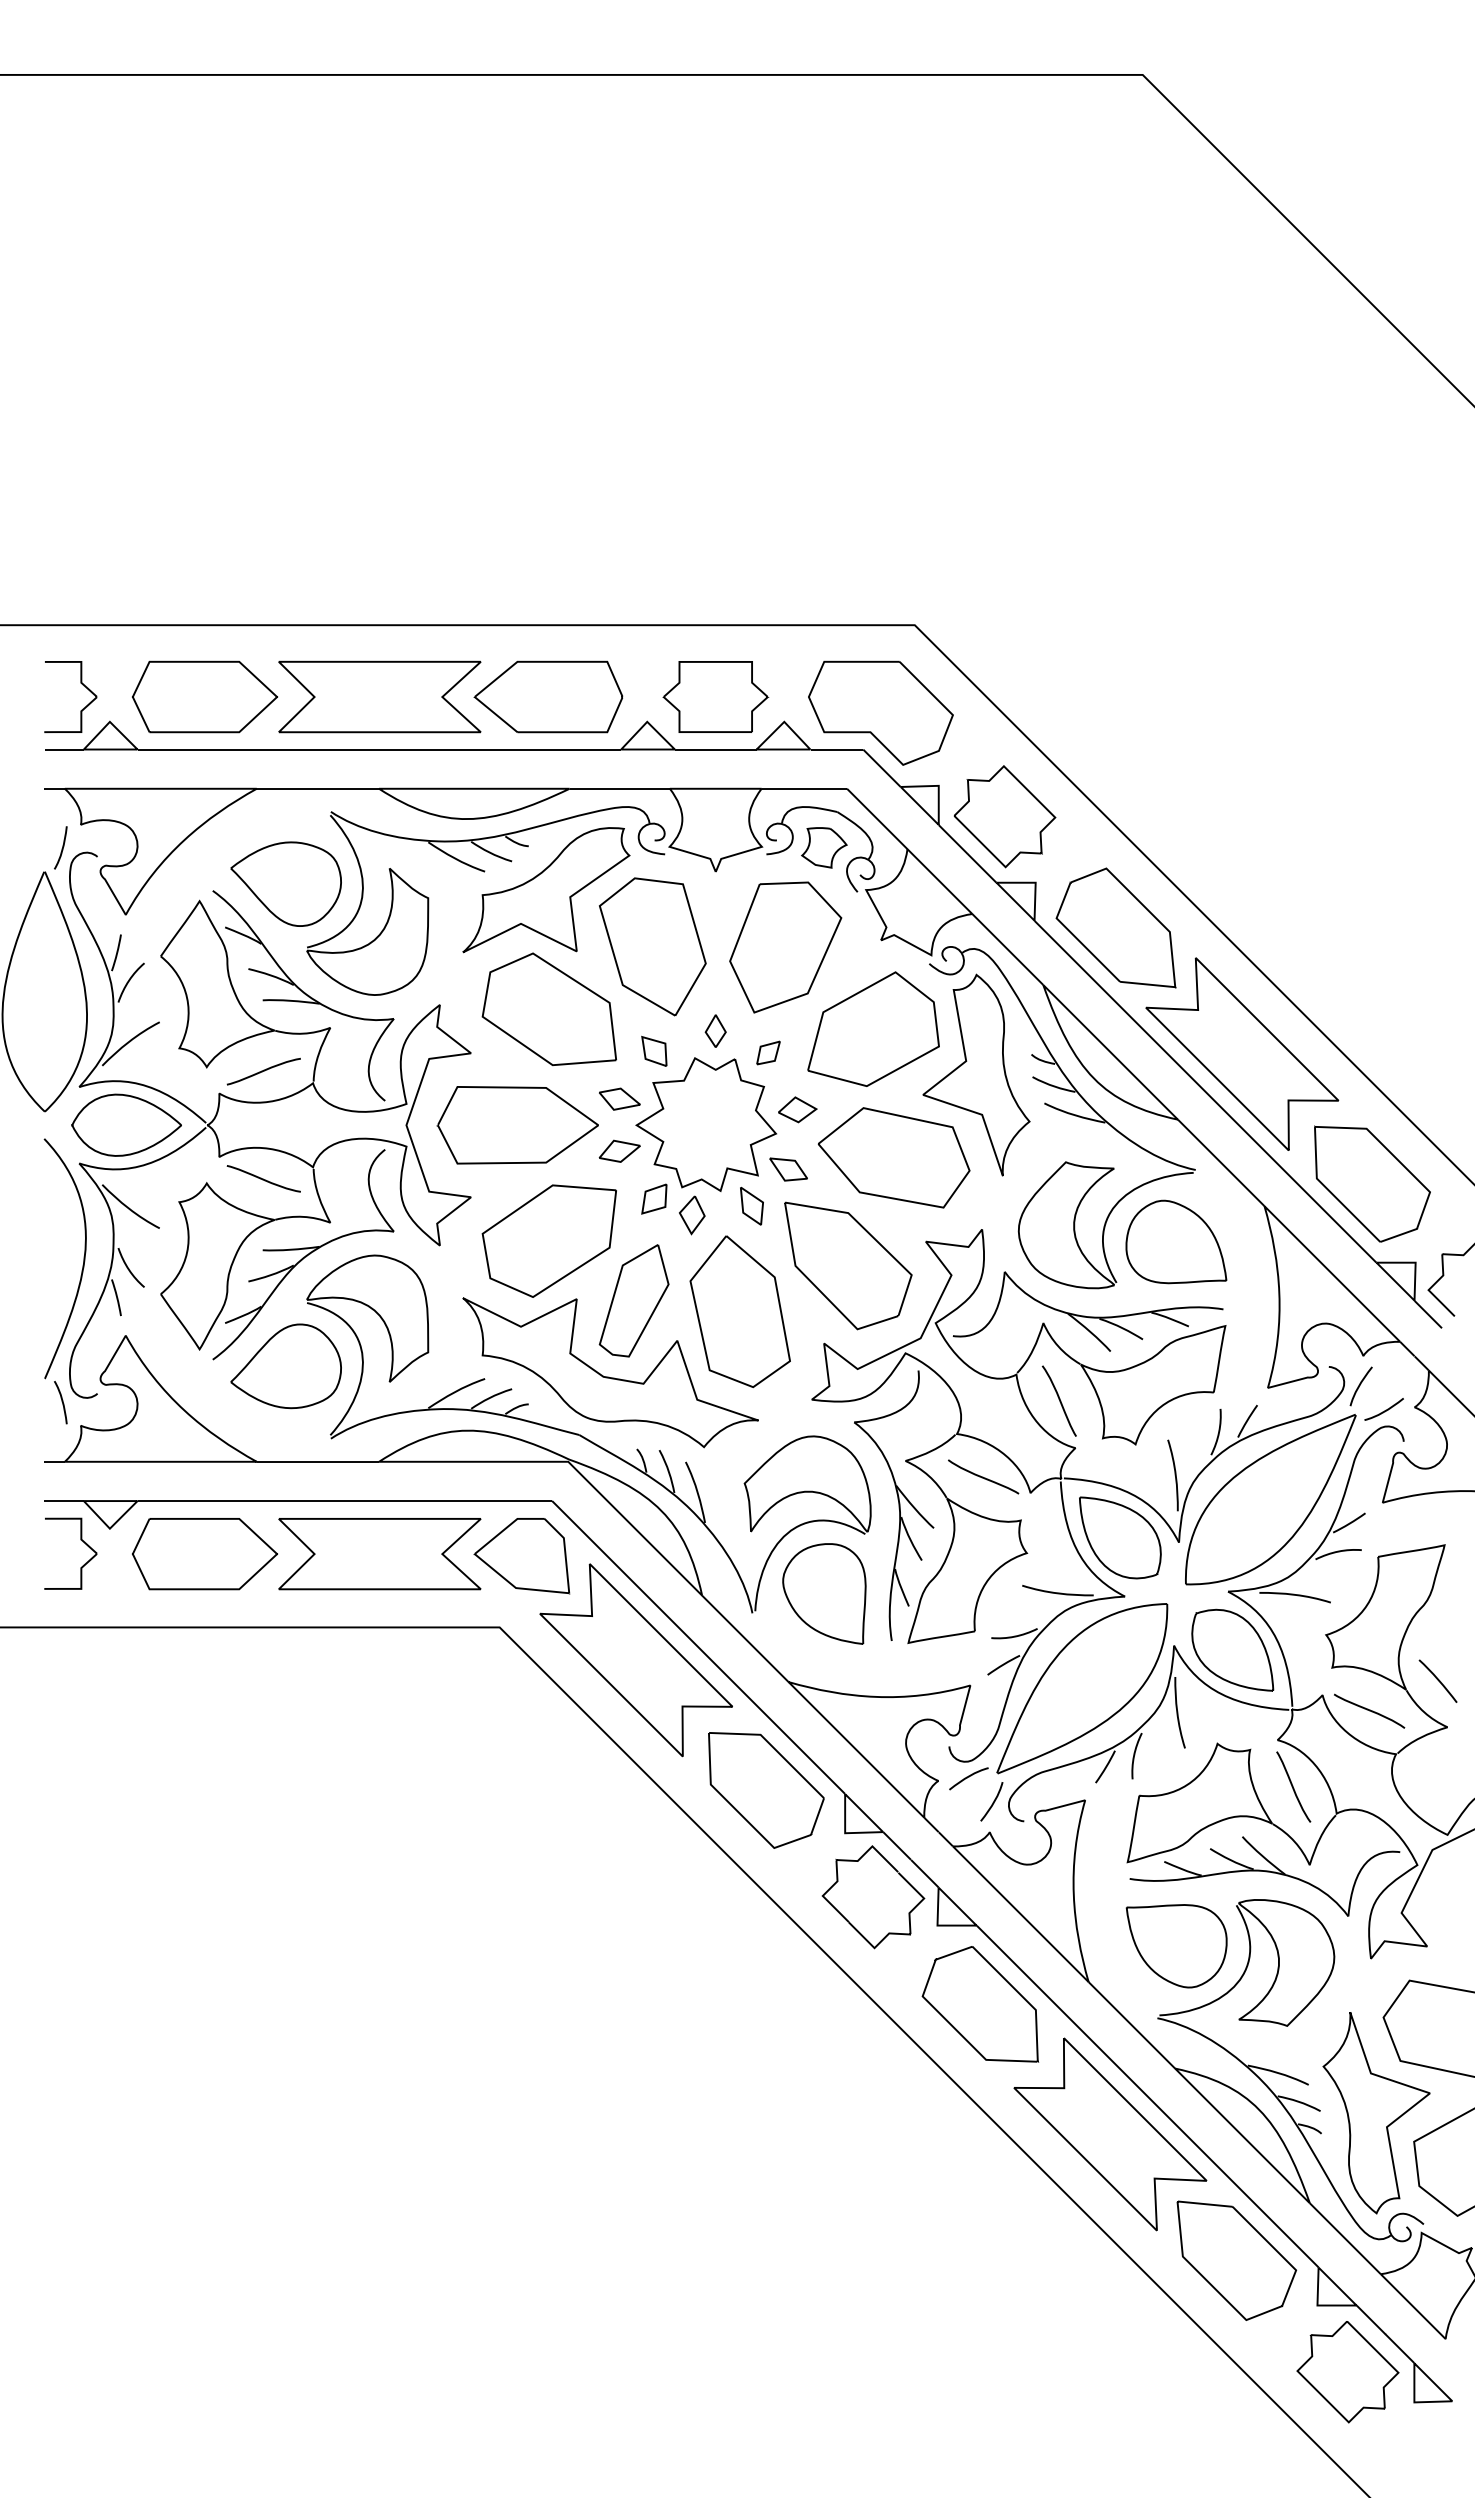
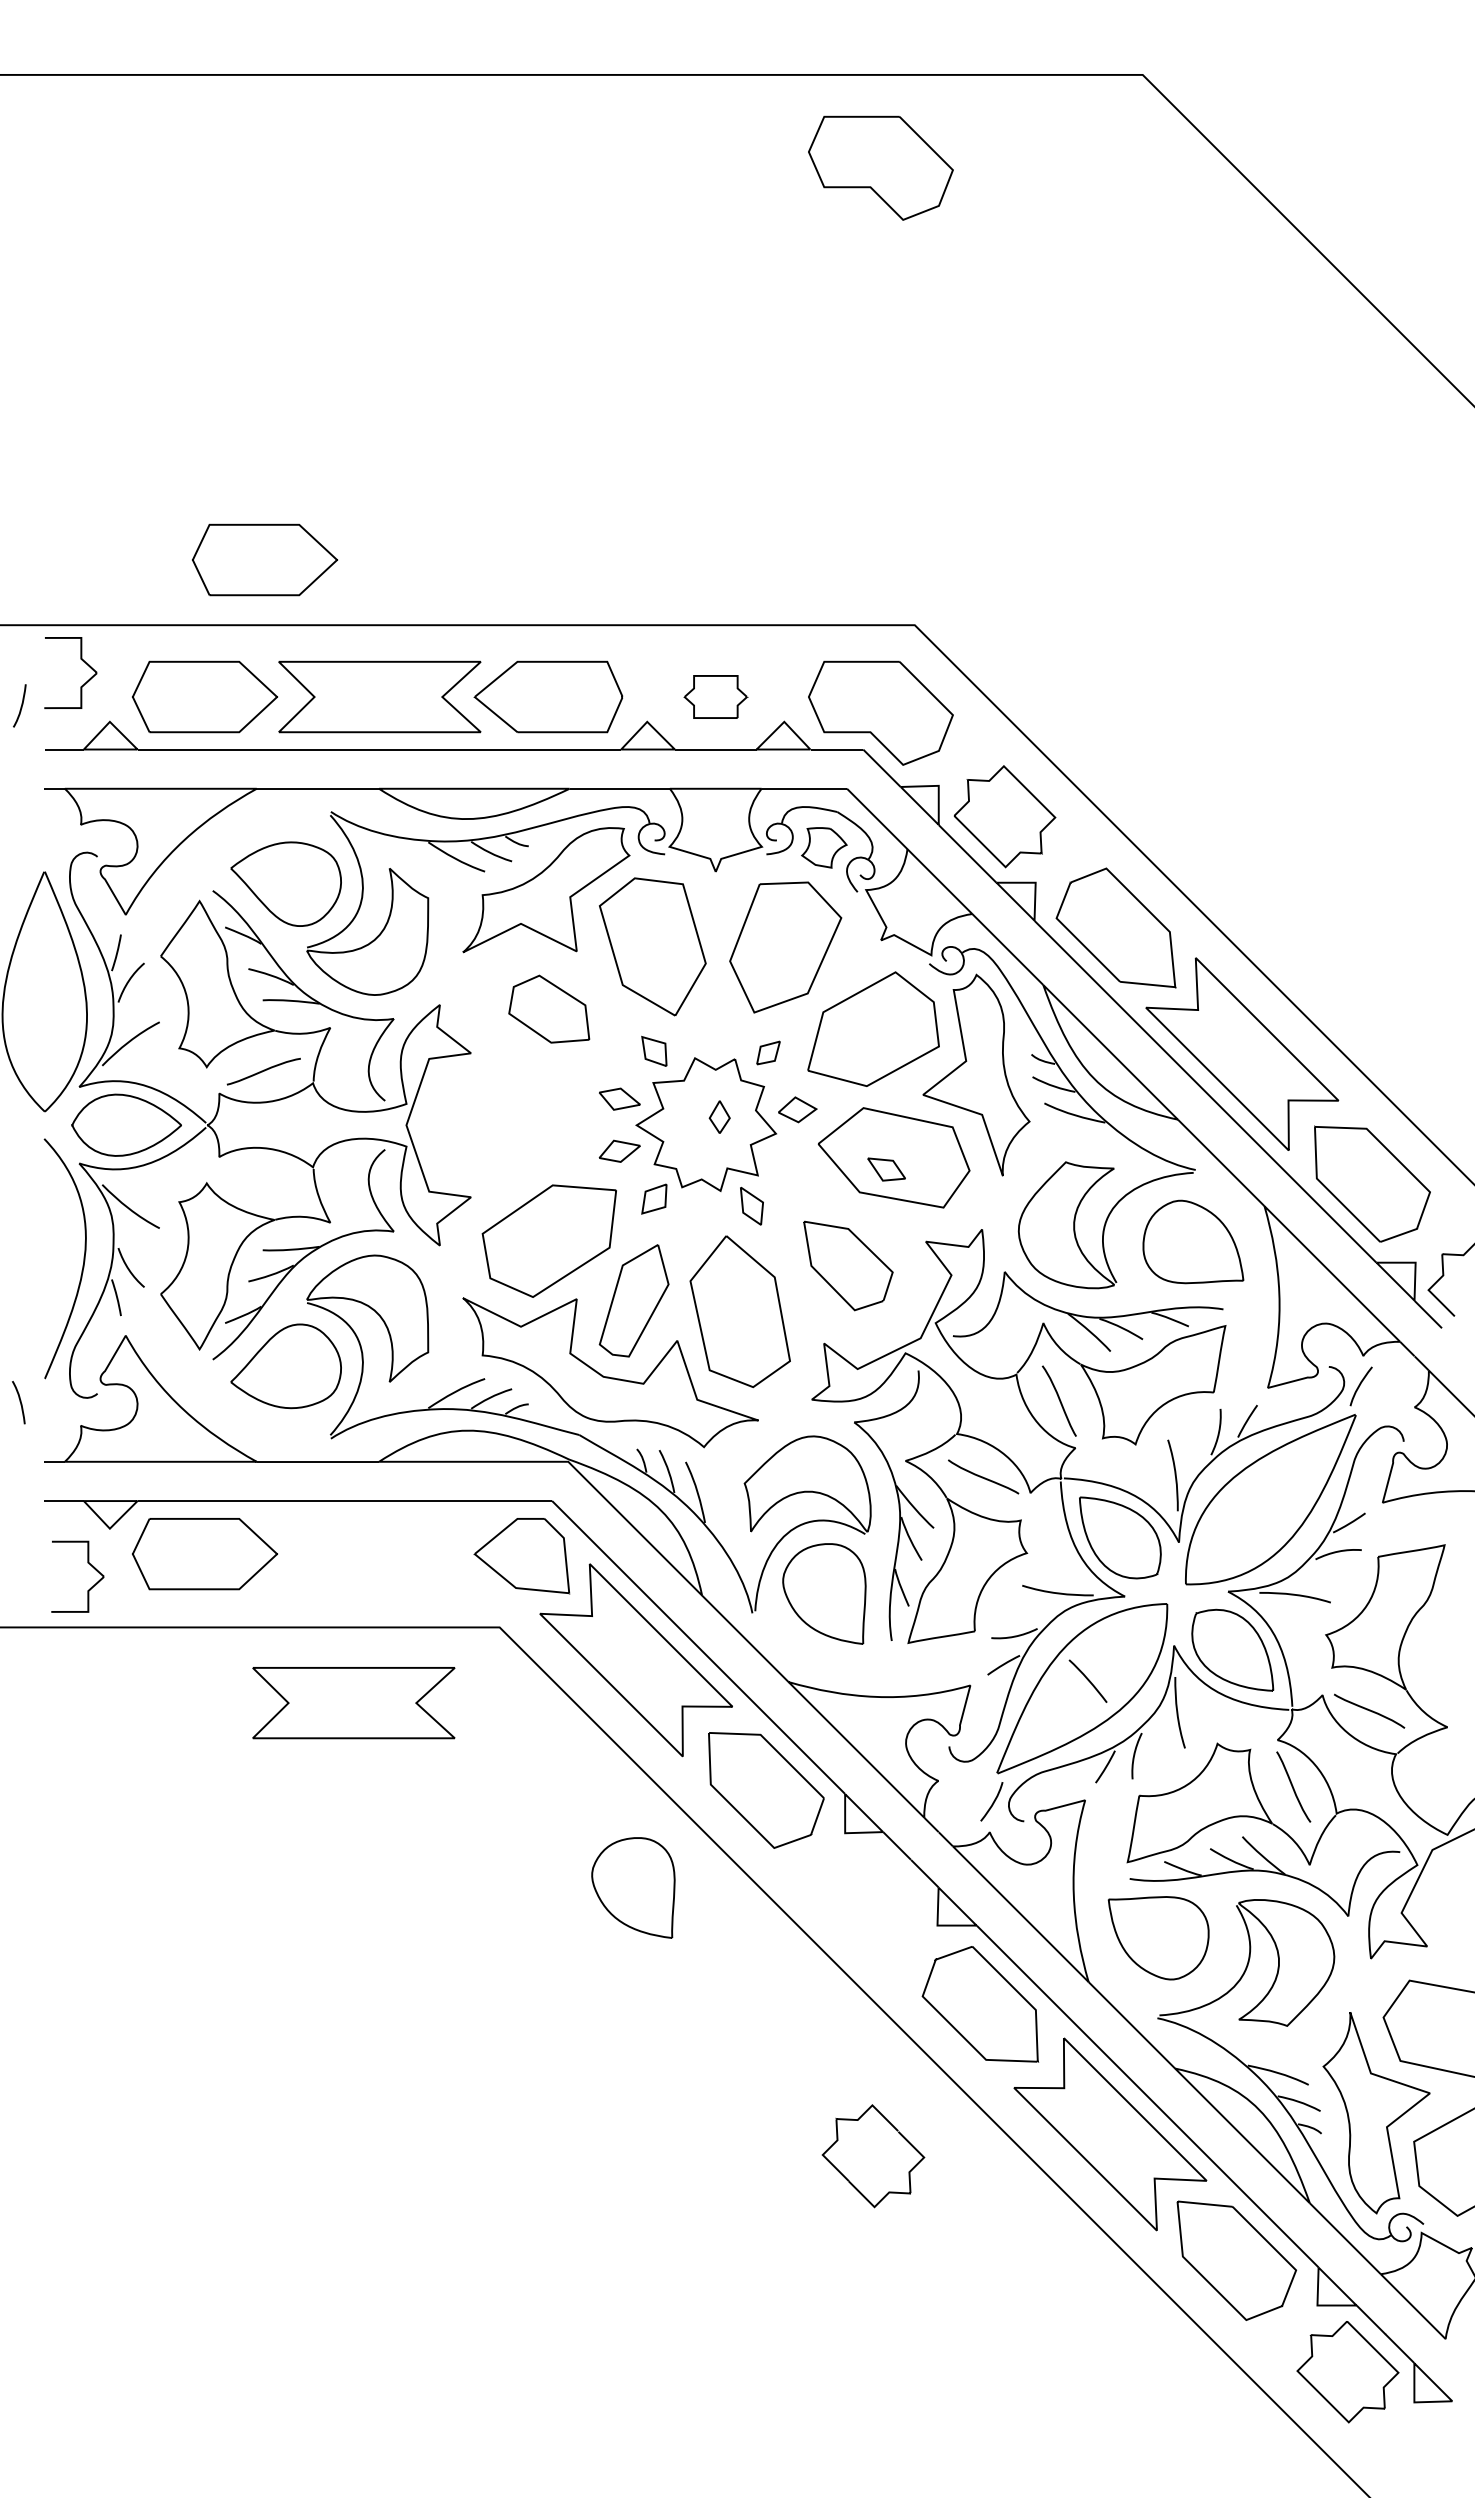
part at (880, 167): none -> present
part at (264, 559): none -> present
curve at (81, 684) position: (81, 684) -> (81, 660)
part at (715, 696) size: 108x72 px -> 66x44 px
curve at (61, 848) position: (61, 848) -> (20, 706)
part at (548, 1008) size: 136x114 px -> 83x70 px
part at (715, 1030) position: (715, 1030) -> (719, 1116)
part at (517, 1125): present -> none
part at (788, 1169) position: (788, 1169) -> (886, 1169)
curve at (263, 1178): present -> none
part at (692, 1215): present -> none
part at (1176, 1241) position: (1176, 1241) -> (1193, 1241)
part at (848, 1265) size: 129x130 px -> 91x92 px
curve at (61, 1401) position: (61, 1401) -> (19, 1401)
curve at (1384, 1410): present -> none
curve at (80, 1540) position: (80, 1540) -> (87, 1563)
part at (379, 1554) position: (379, 1554) -> (353, 1703)
line at (1437, 1680) position: (1437, 1680) -> (1087, 1680)
curve at (968, 1777): present -> none
part at (633, 1887): none -> present
part at (873, 1897) position: (873, 1897) -> (873, 2156)
part at (1176, 1946) position: (1176, 1946) -> (1158, 1938)
